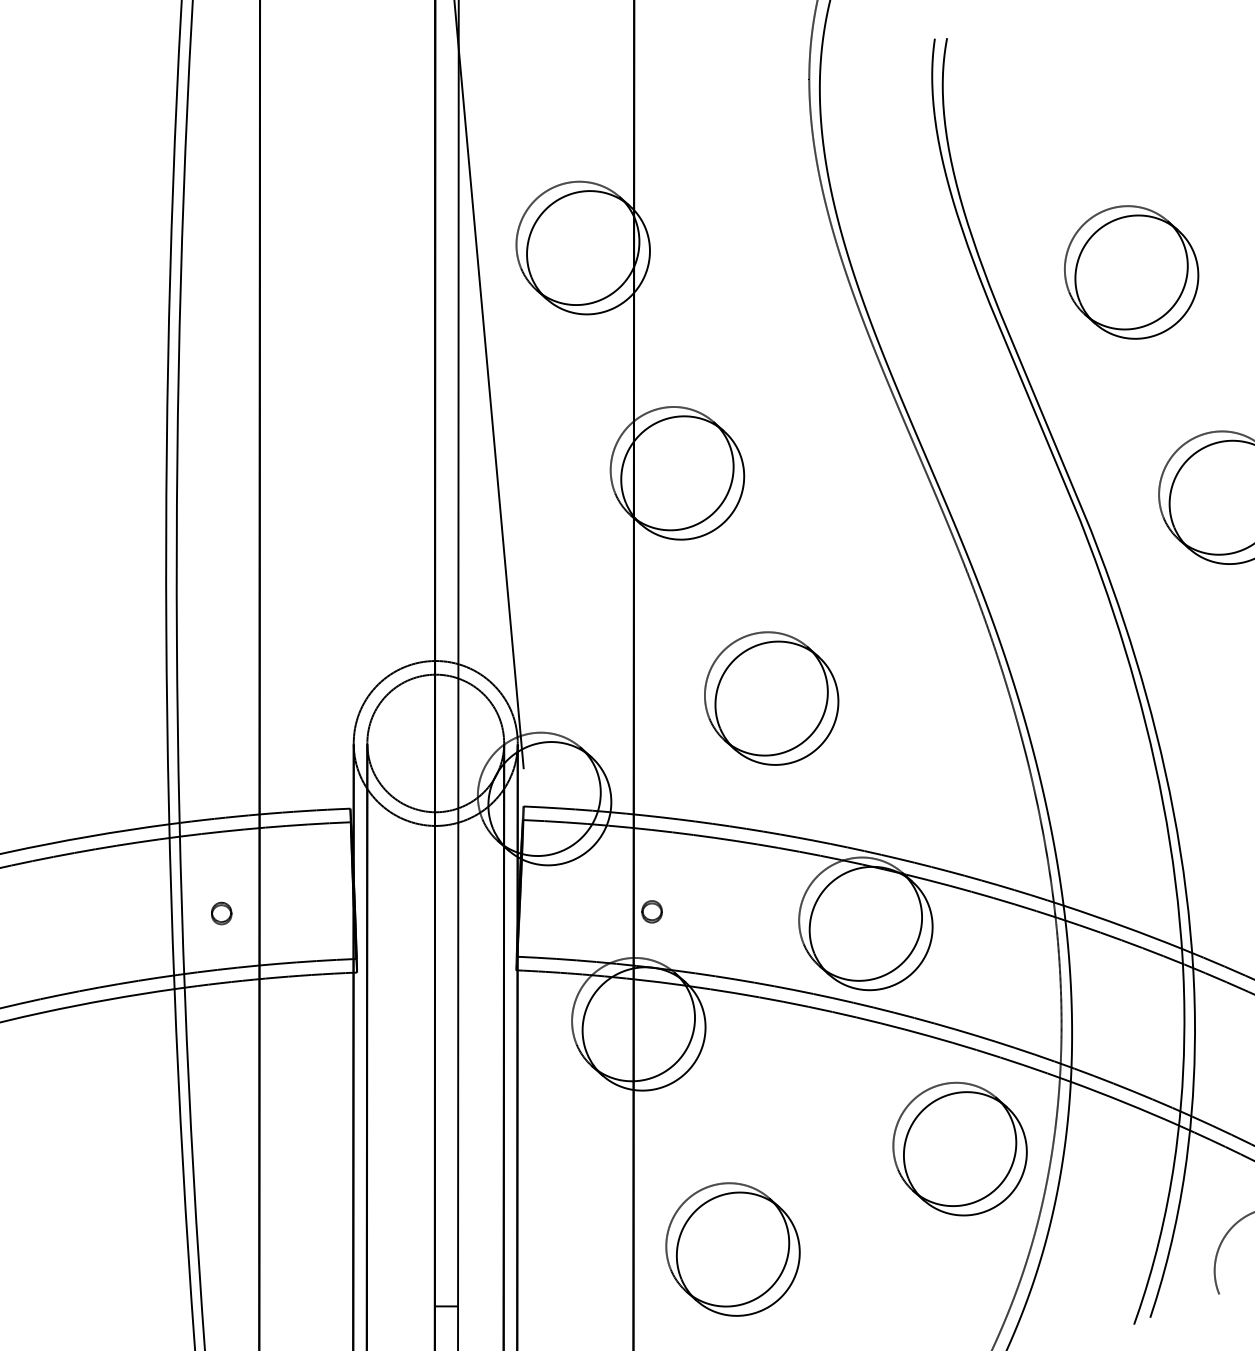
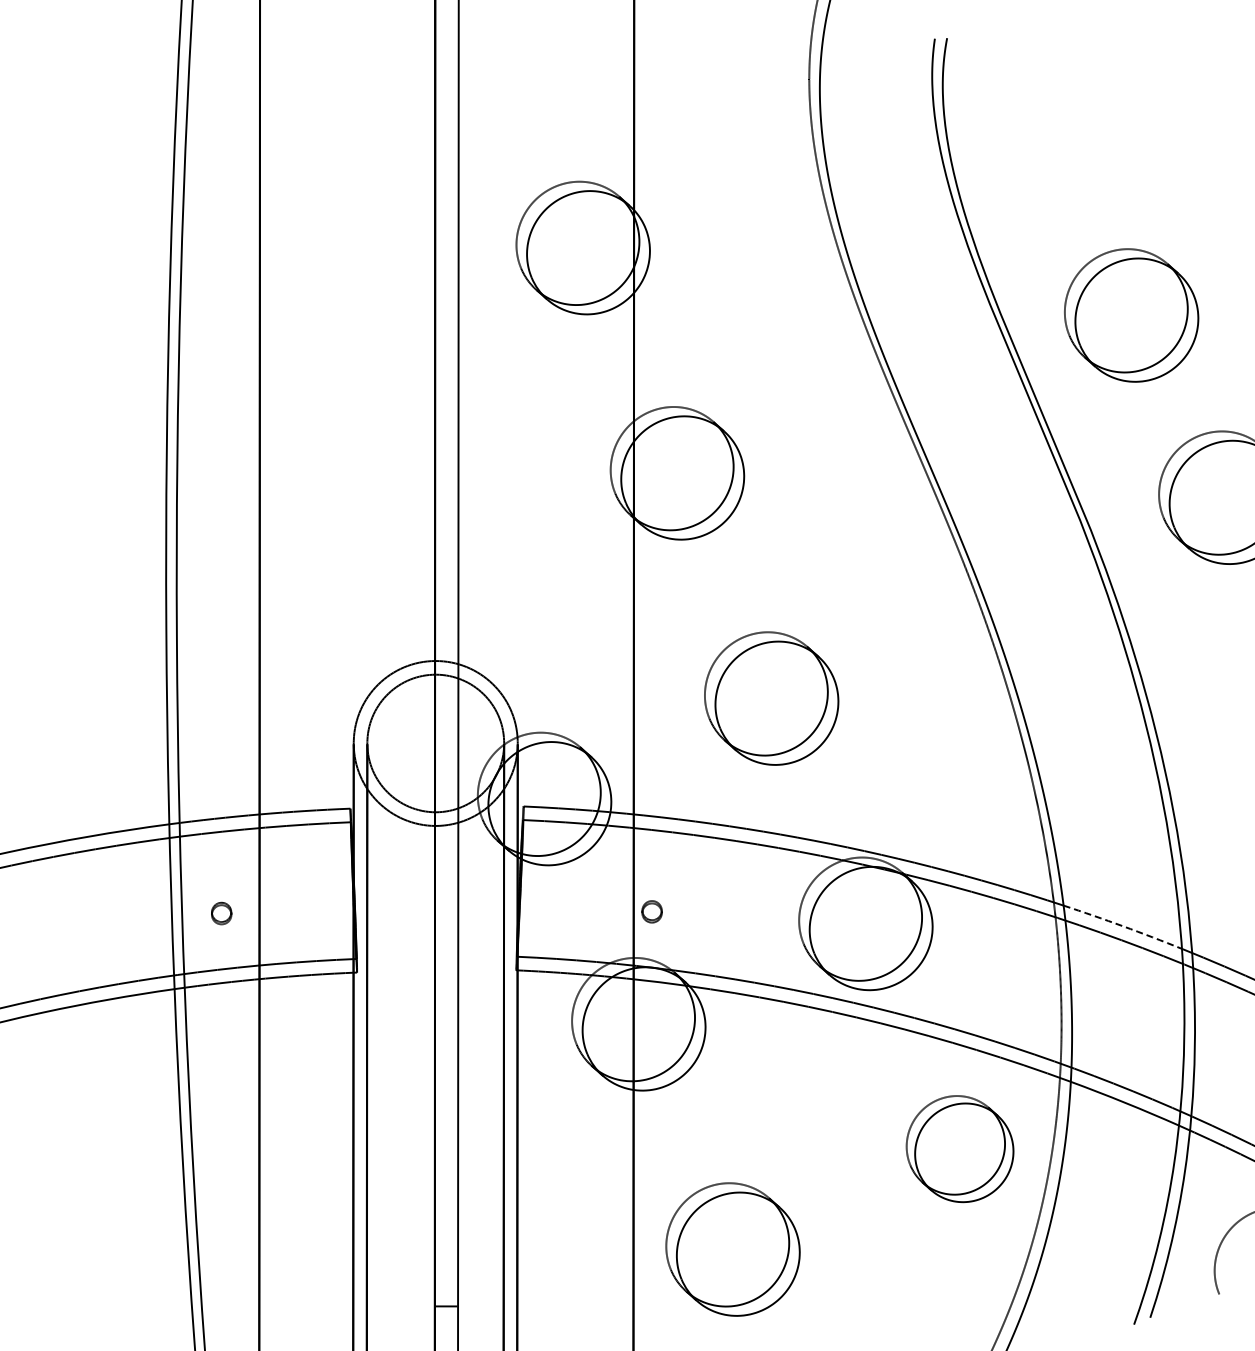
part at (1131, 272) position: (1131, 272) -> (1131, 315)
line at (488, 385): present -> none
arc at (1123, 926): solid -> dashed
part at (959, 1148) size: 136x136 px -> 110x109 px
